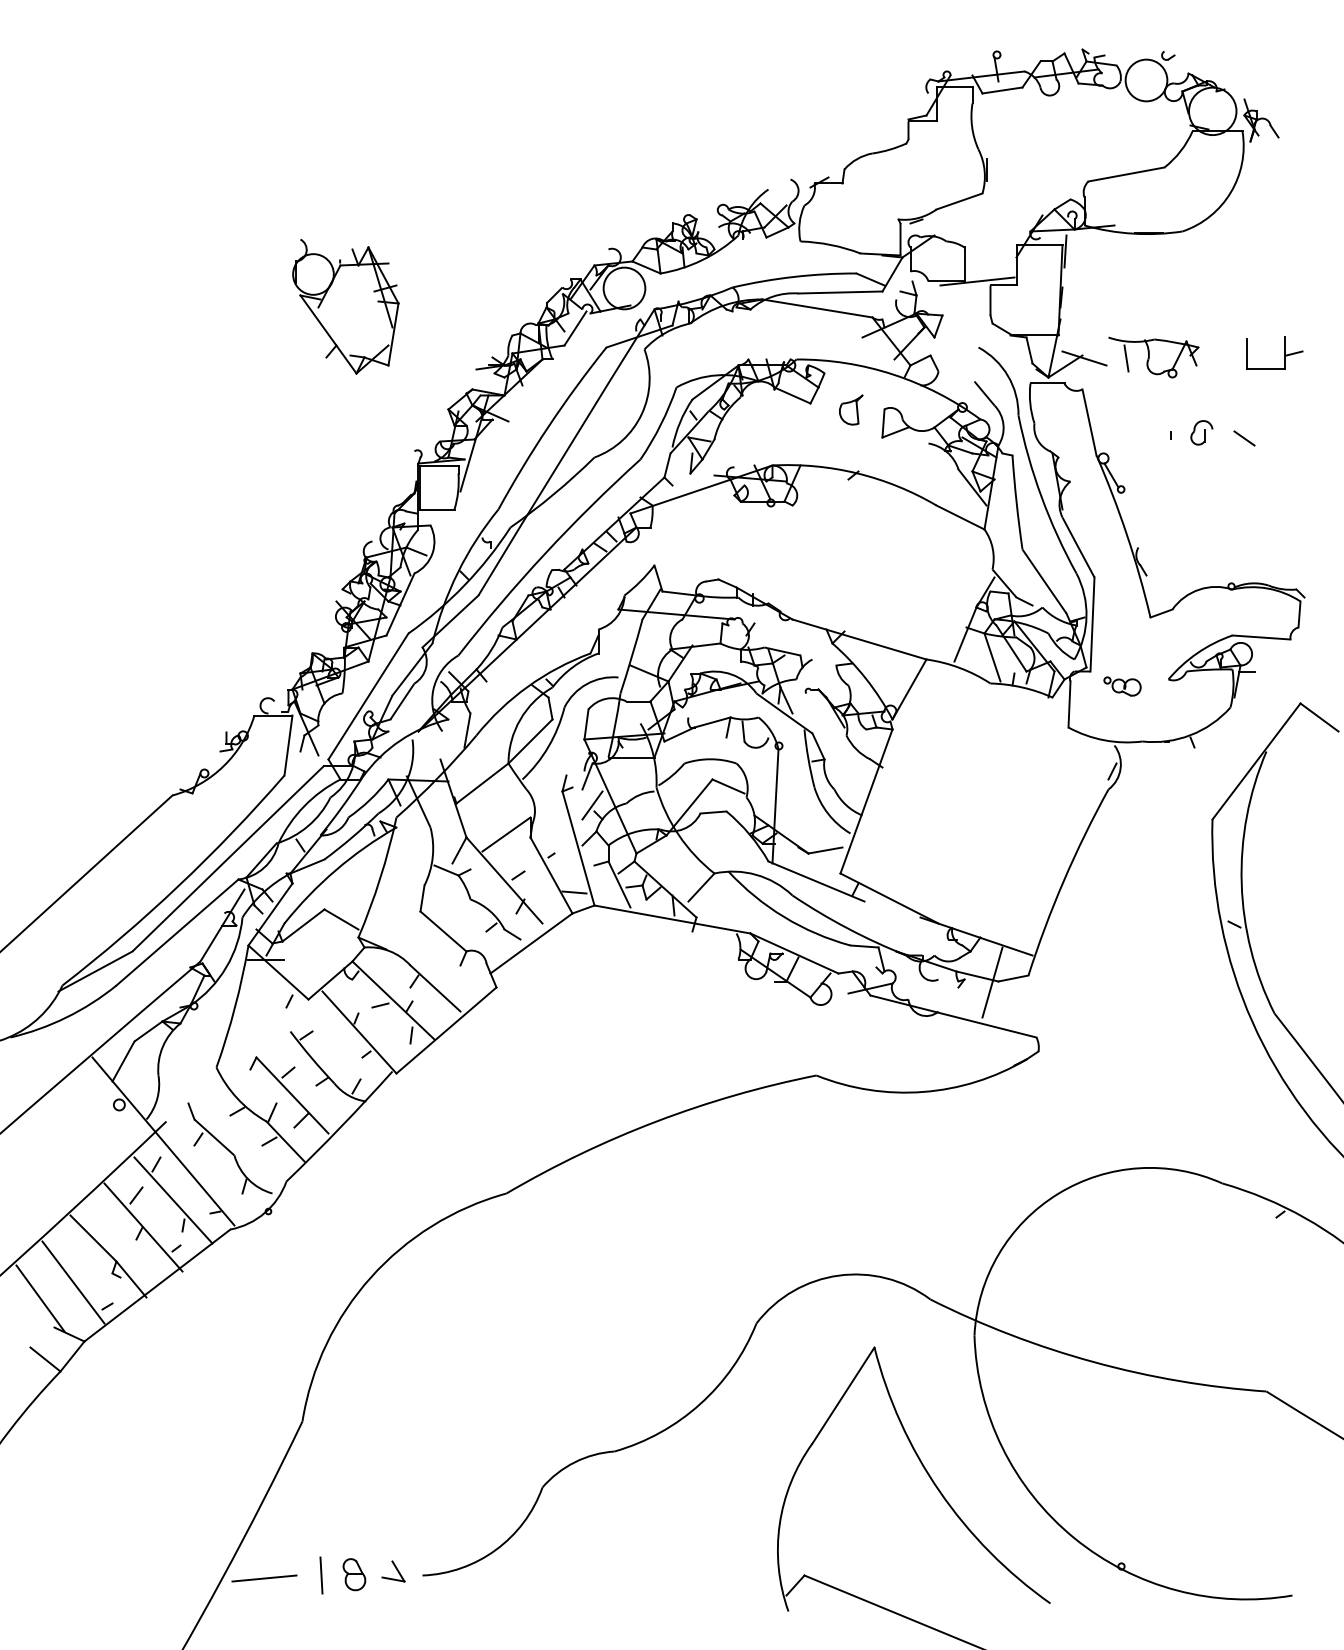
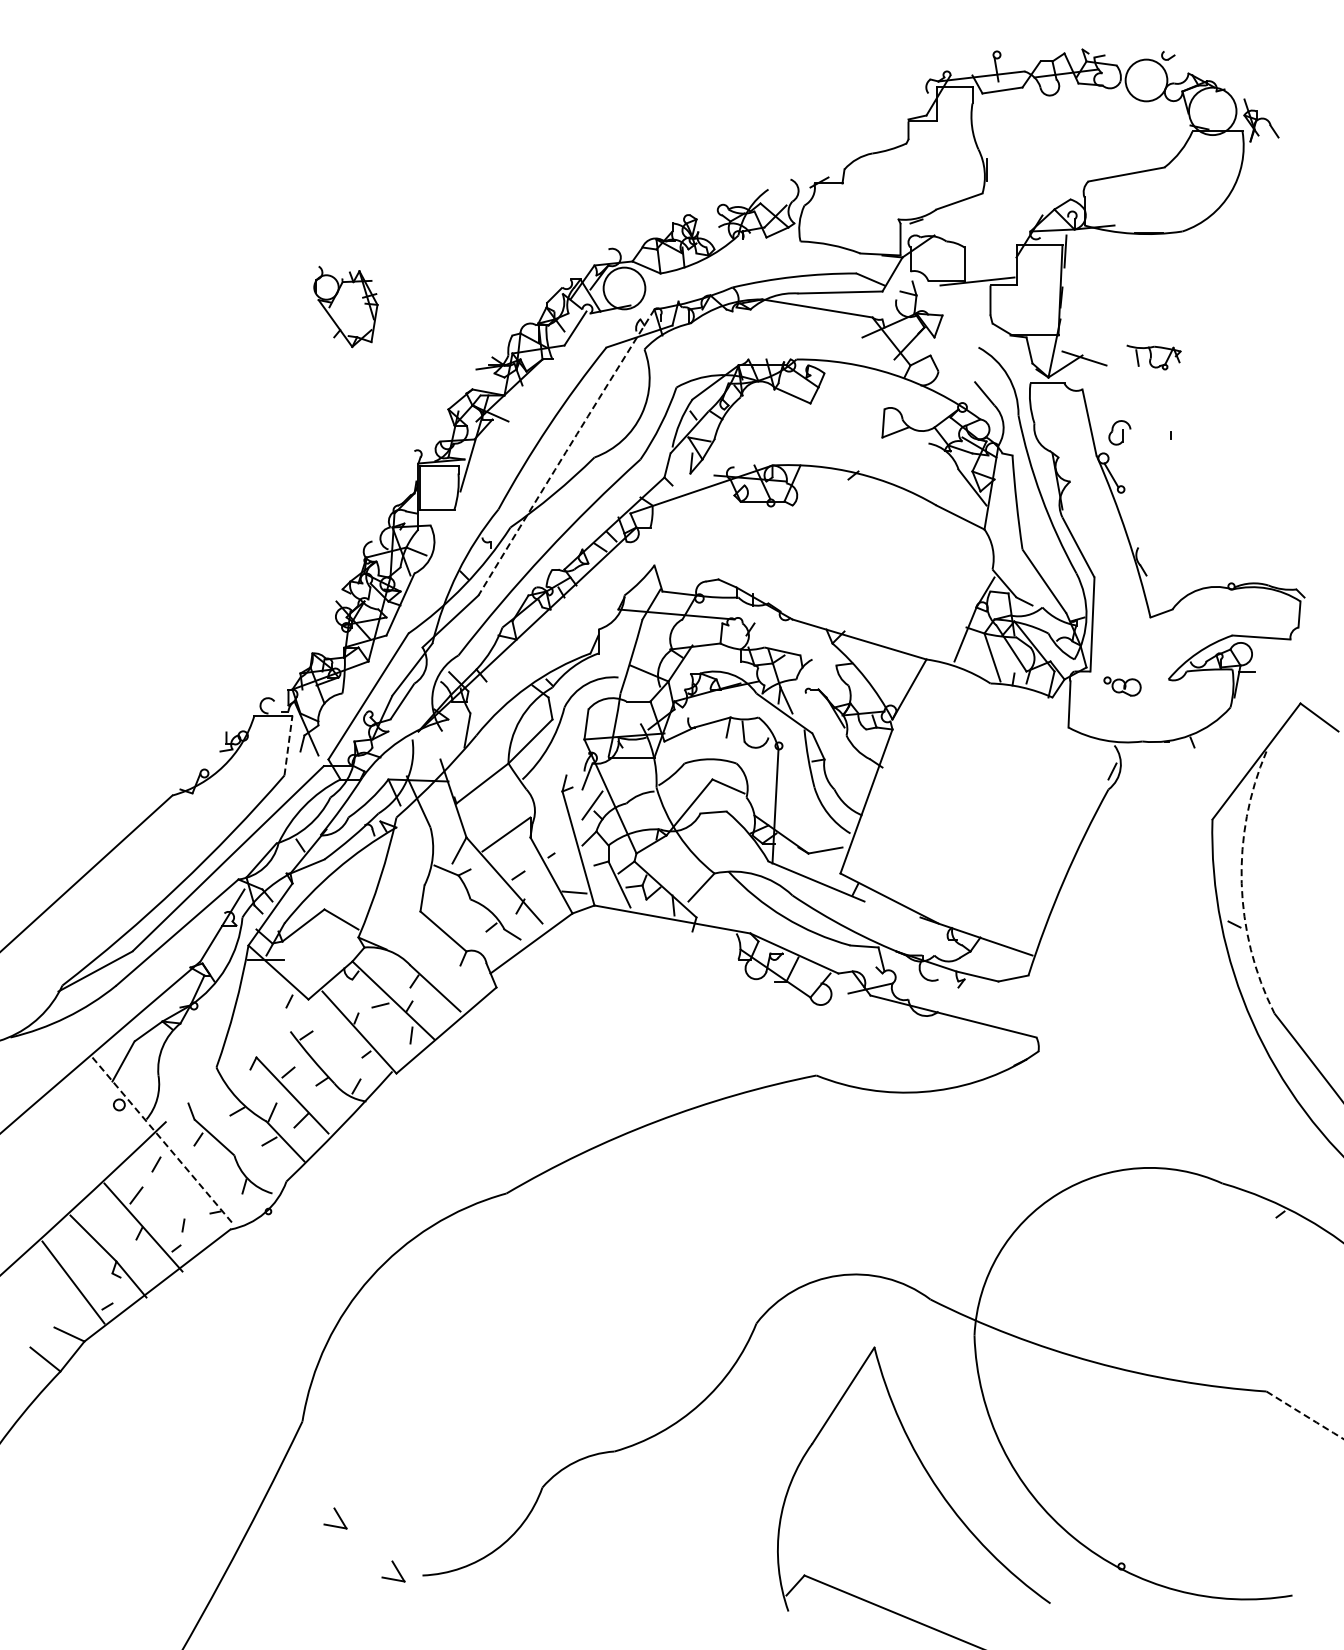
part at (345, 306) size: 108x136 px -> 66x84 px
part at (1284, 352): present -> none
part at (1153, 357) size: 92x43 px -> 56x27 px
part at (851, 409): present -> none
part at (1201, 432) position: (1201, 432) -> (1119, 432)
line at (1244, 438): present -> none
arc at (565, 452): solid -> dashed
line at (288, 745): solid -> dashed
arc at (1241, 883): solid -> dashed
line at (992, 982): present -> none
line at (163, 1141): solid -> dashed
line at (173, 1200): present -> none
line at (40, 1298): present -> none
arc at (1305, 1415): solid -> dashed
part at (335, 1518): none -> present
part at (354, 1574): present -> none
line at (321, 1575): present -> none
line at (264, 1578): present -> none
